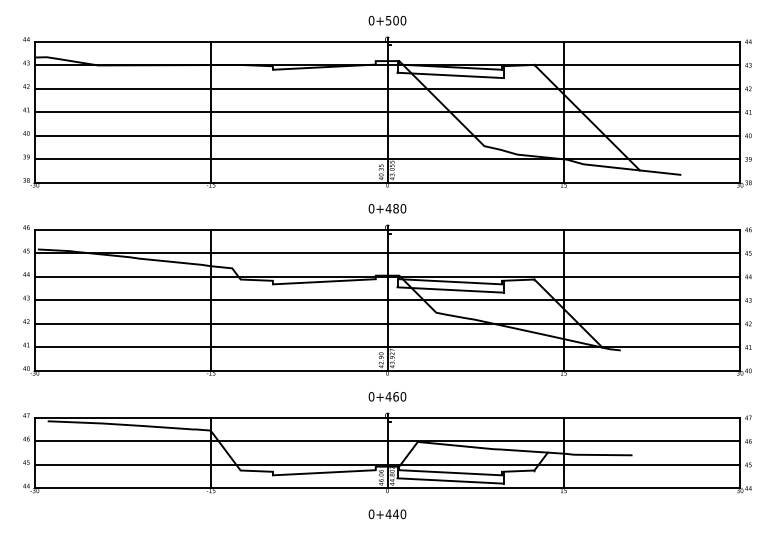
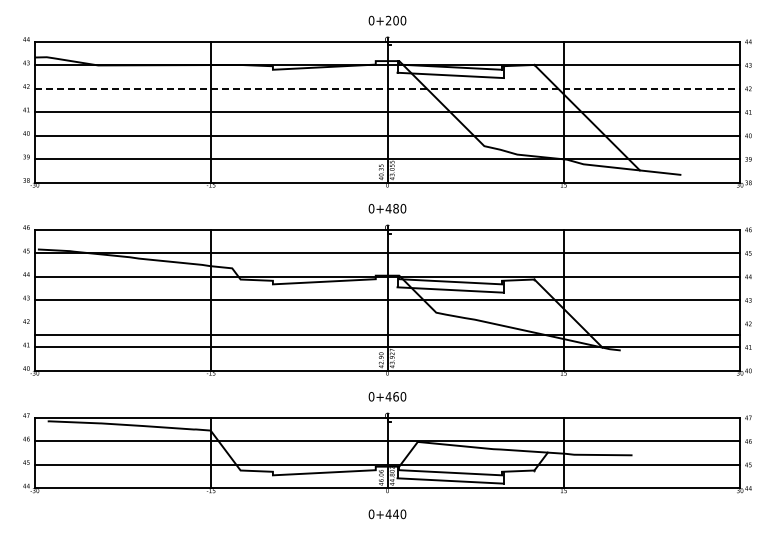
text at (388, 20): 0+500 -> 0+200
line at (387, 88): solid -> dashed
line at (387, 323) position: (387, 323) -> (387, 334)
